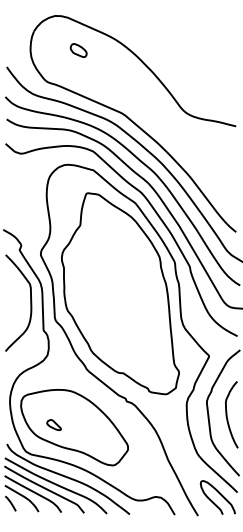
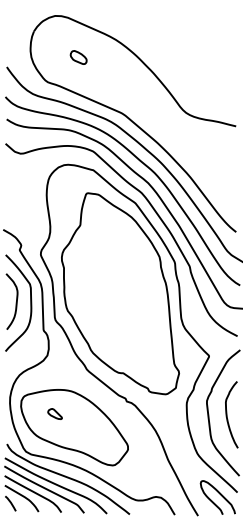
part at (78, 50) position: (78, 50) -> (78, 57)
curve at (15, 302): none -> present
part at (53, 424) position: (53, 424) -> (54, 413)
